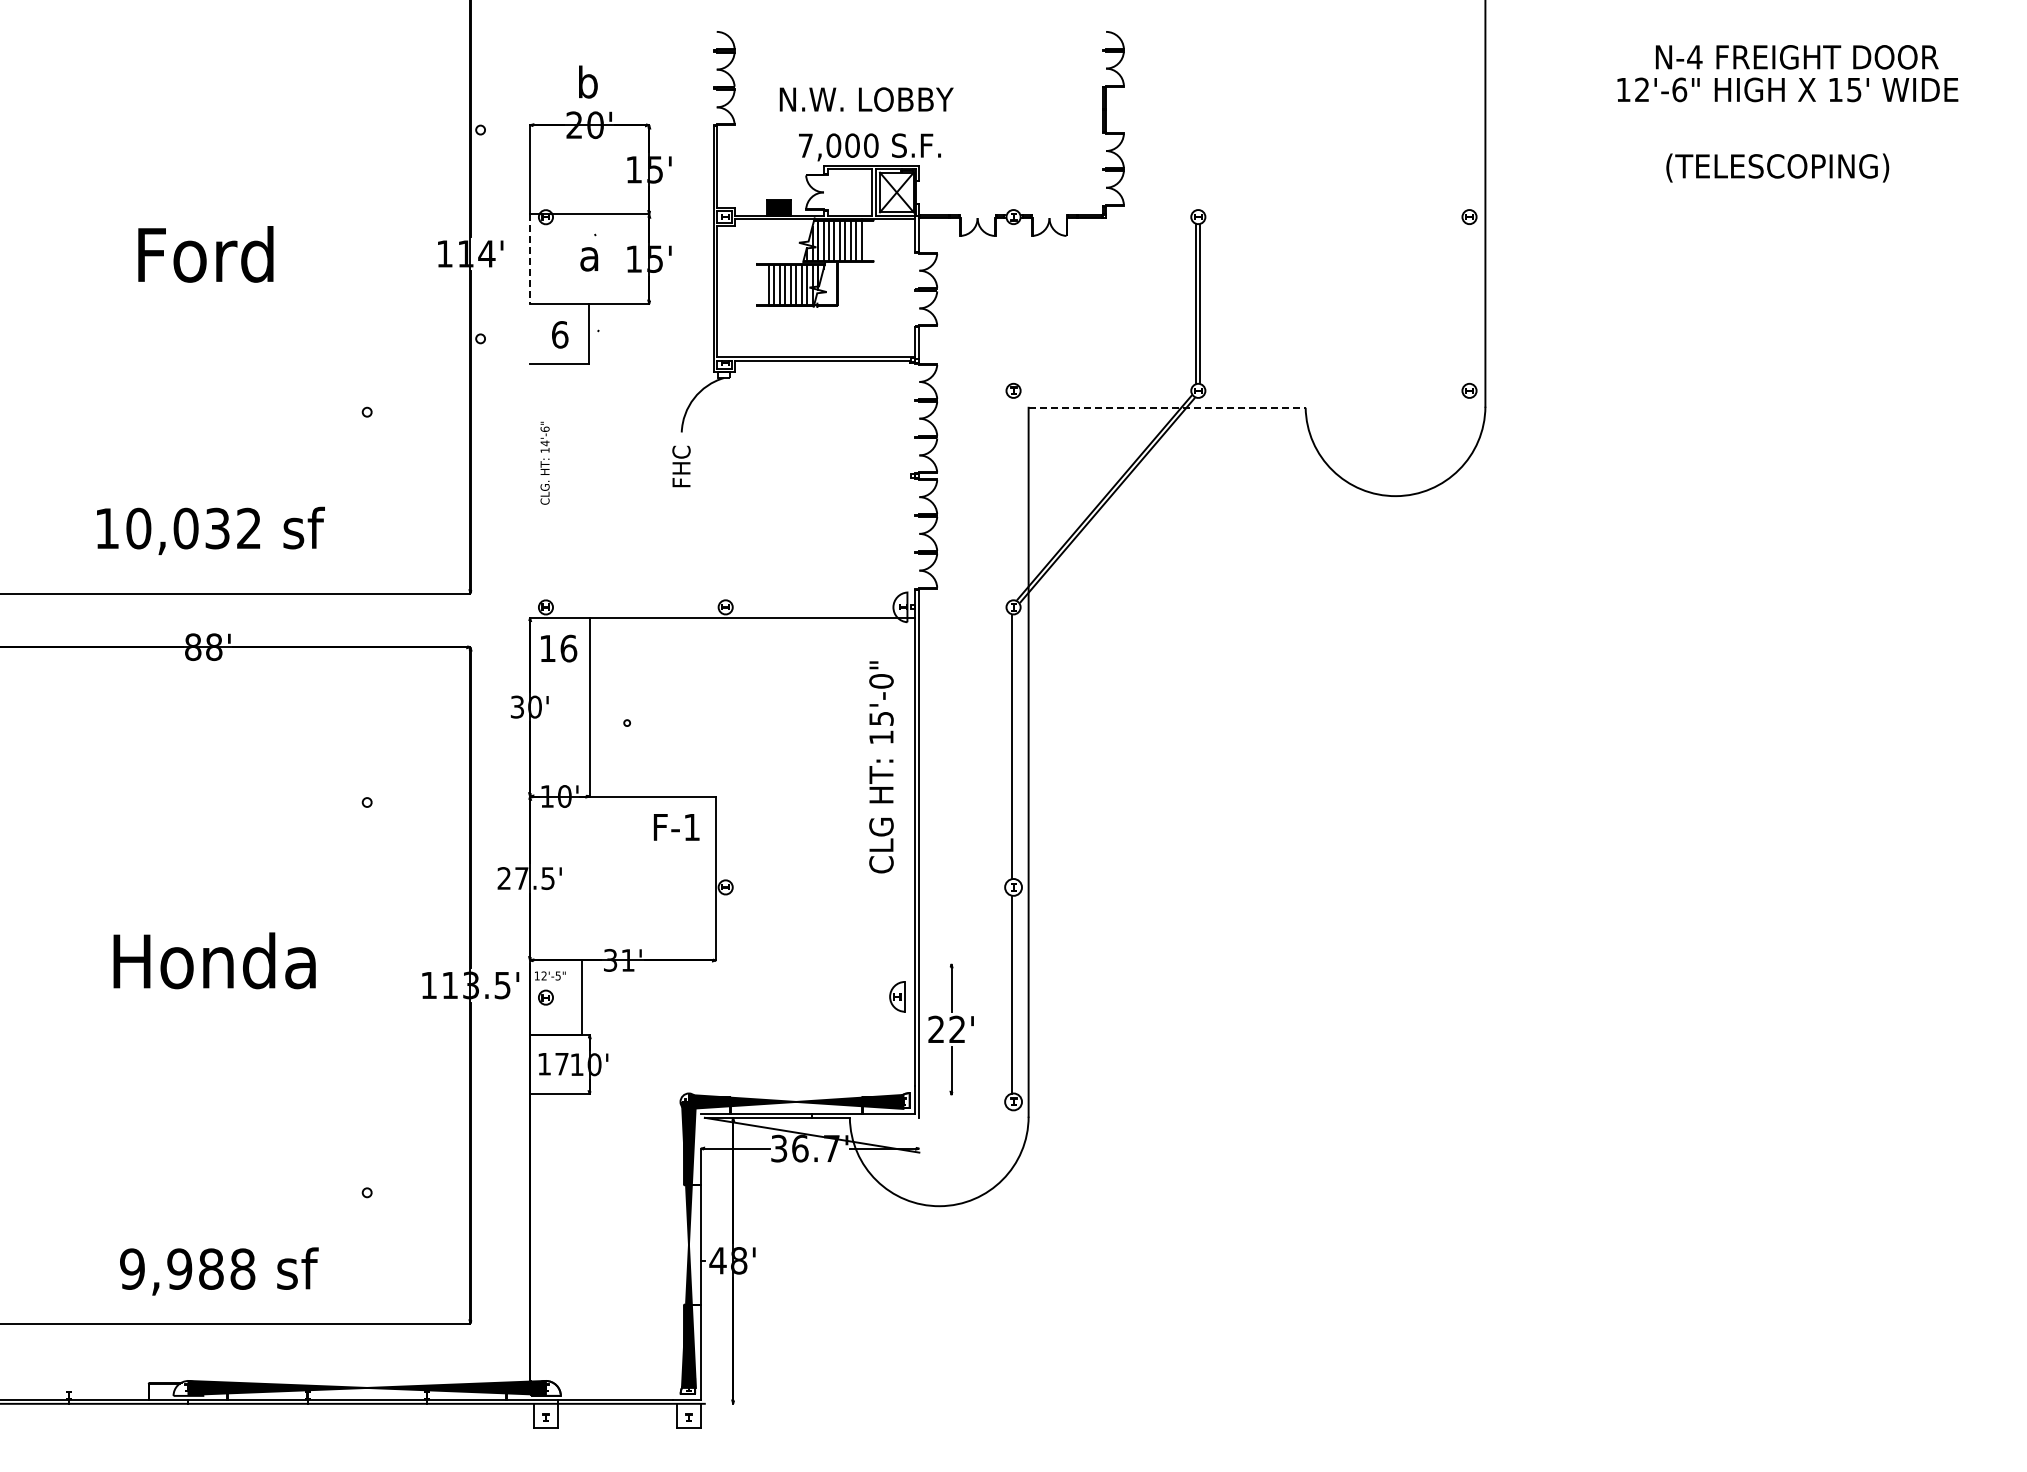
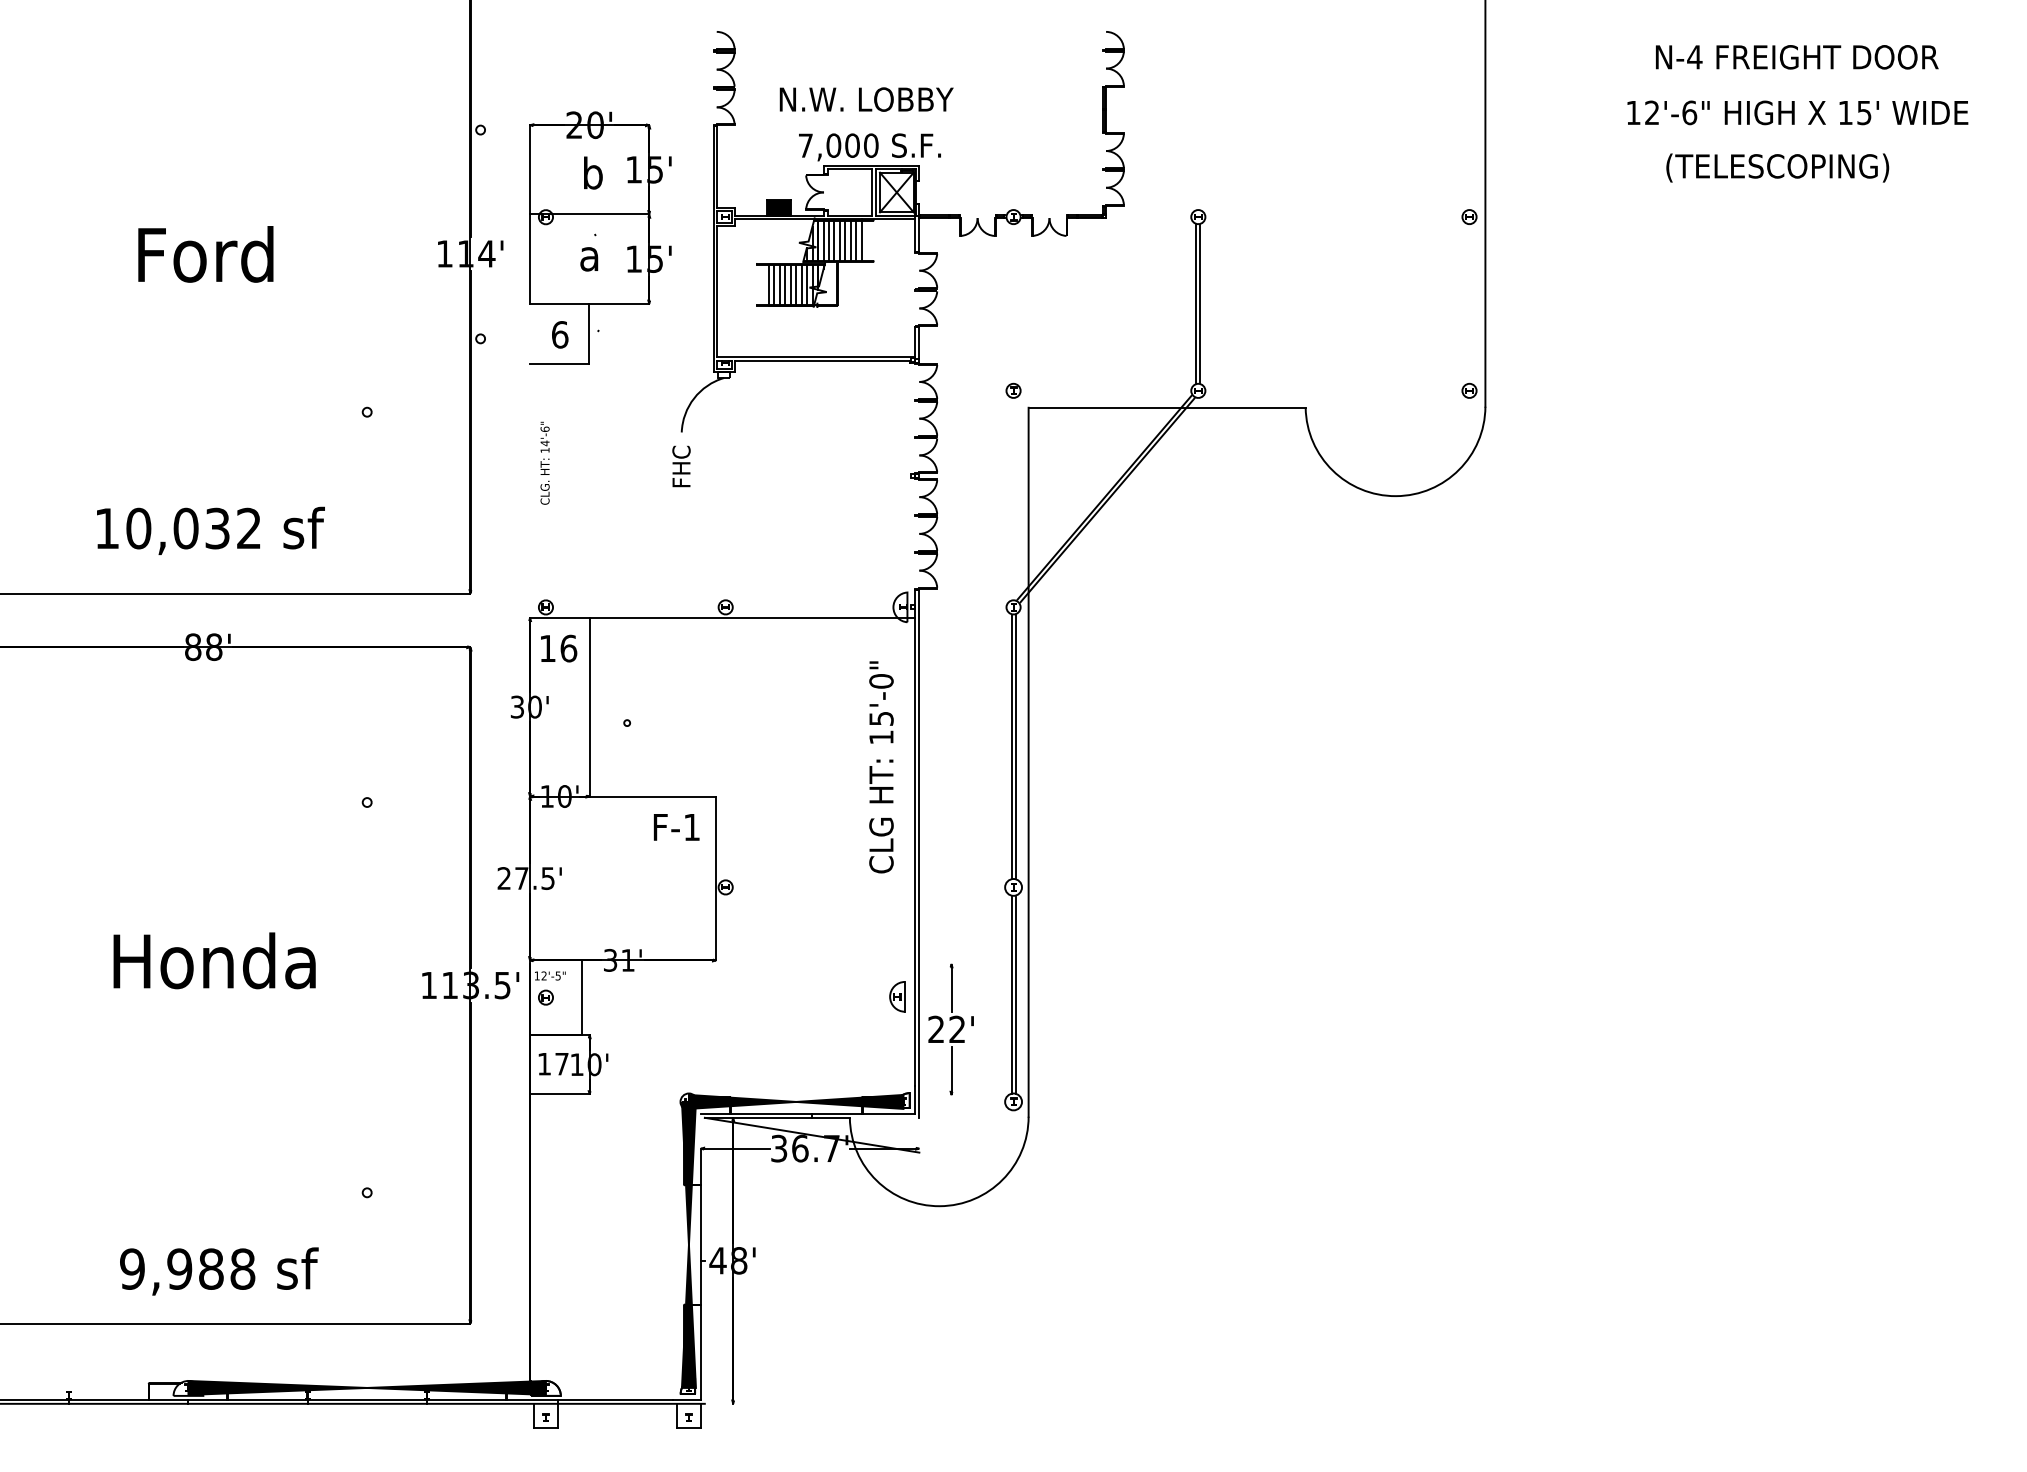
part at (588, 81) position: (588, 81) -> (593, 172)
text at (1787, 89) position: (1787, 89) -> (1797, 112)
line at (530, 259): dashed -> solid
line at (1167, 407): dashed -> solid
line at (1015, 746): none -> present
line at (1015, 994): none -> present
